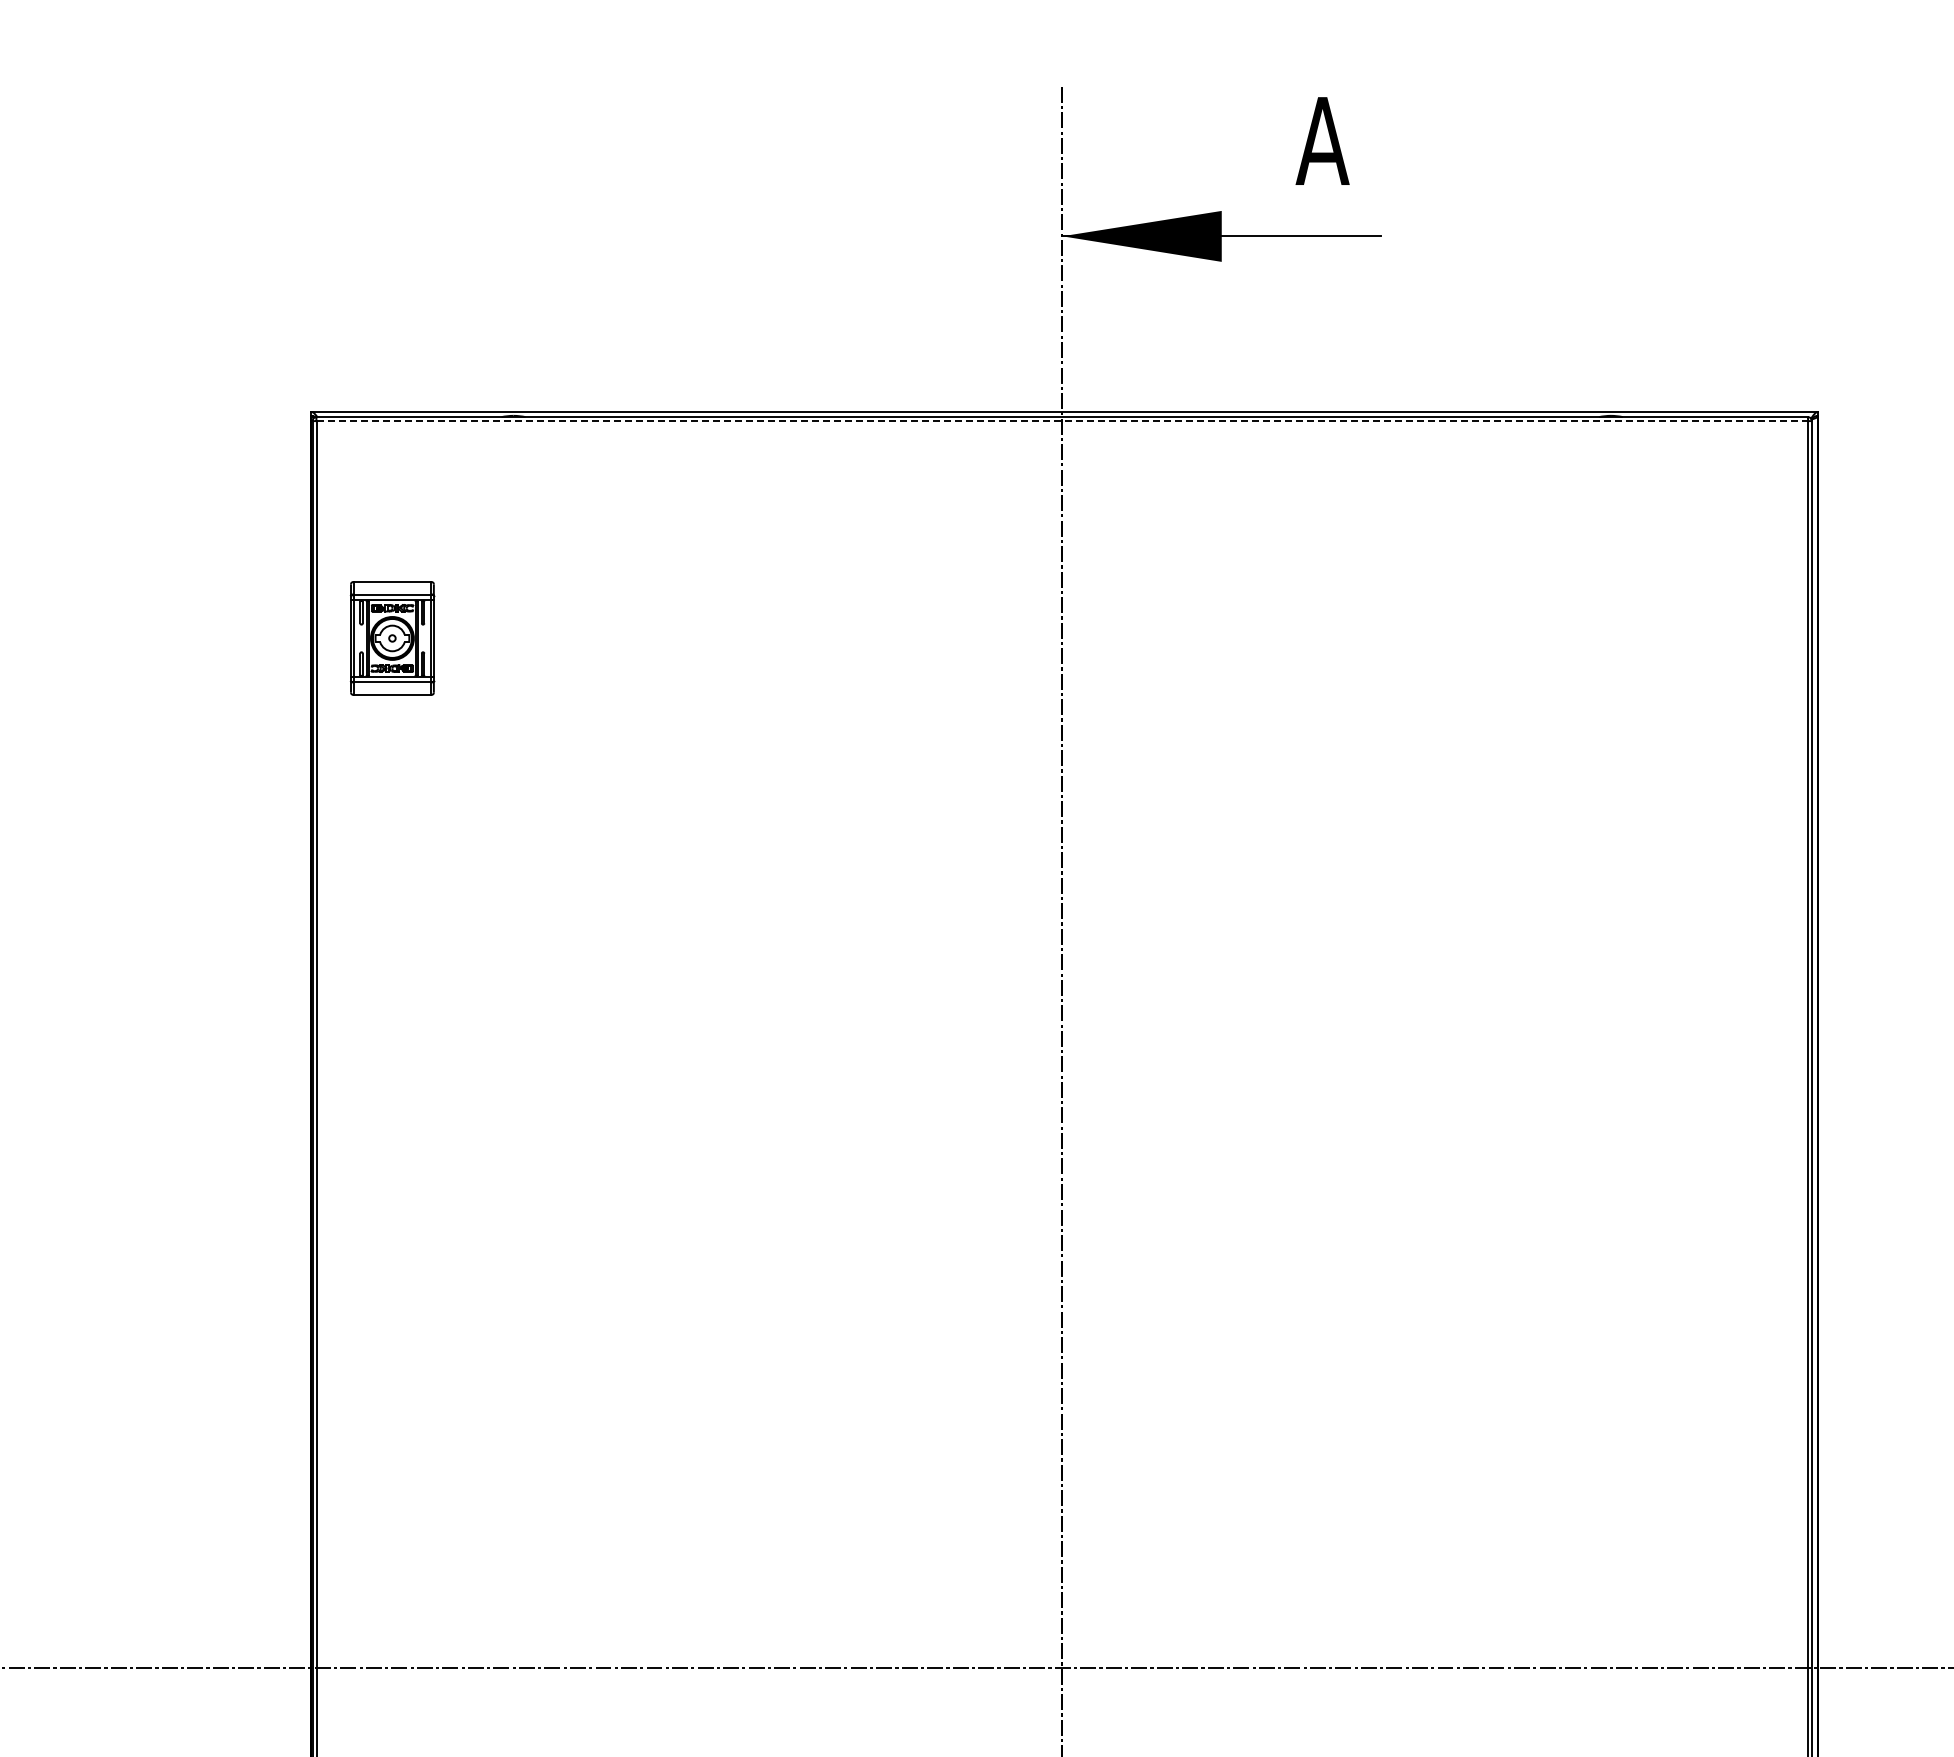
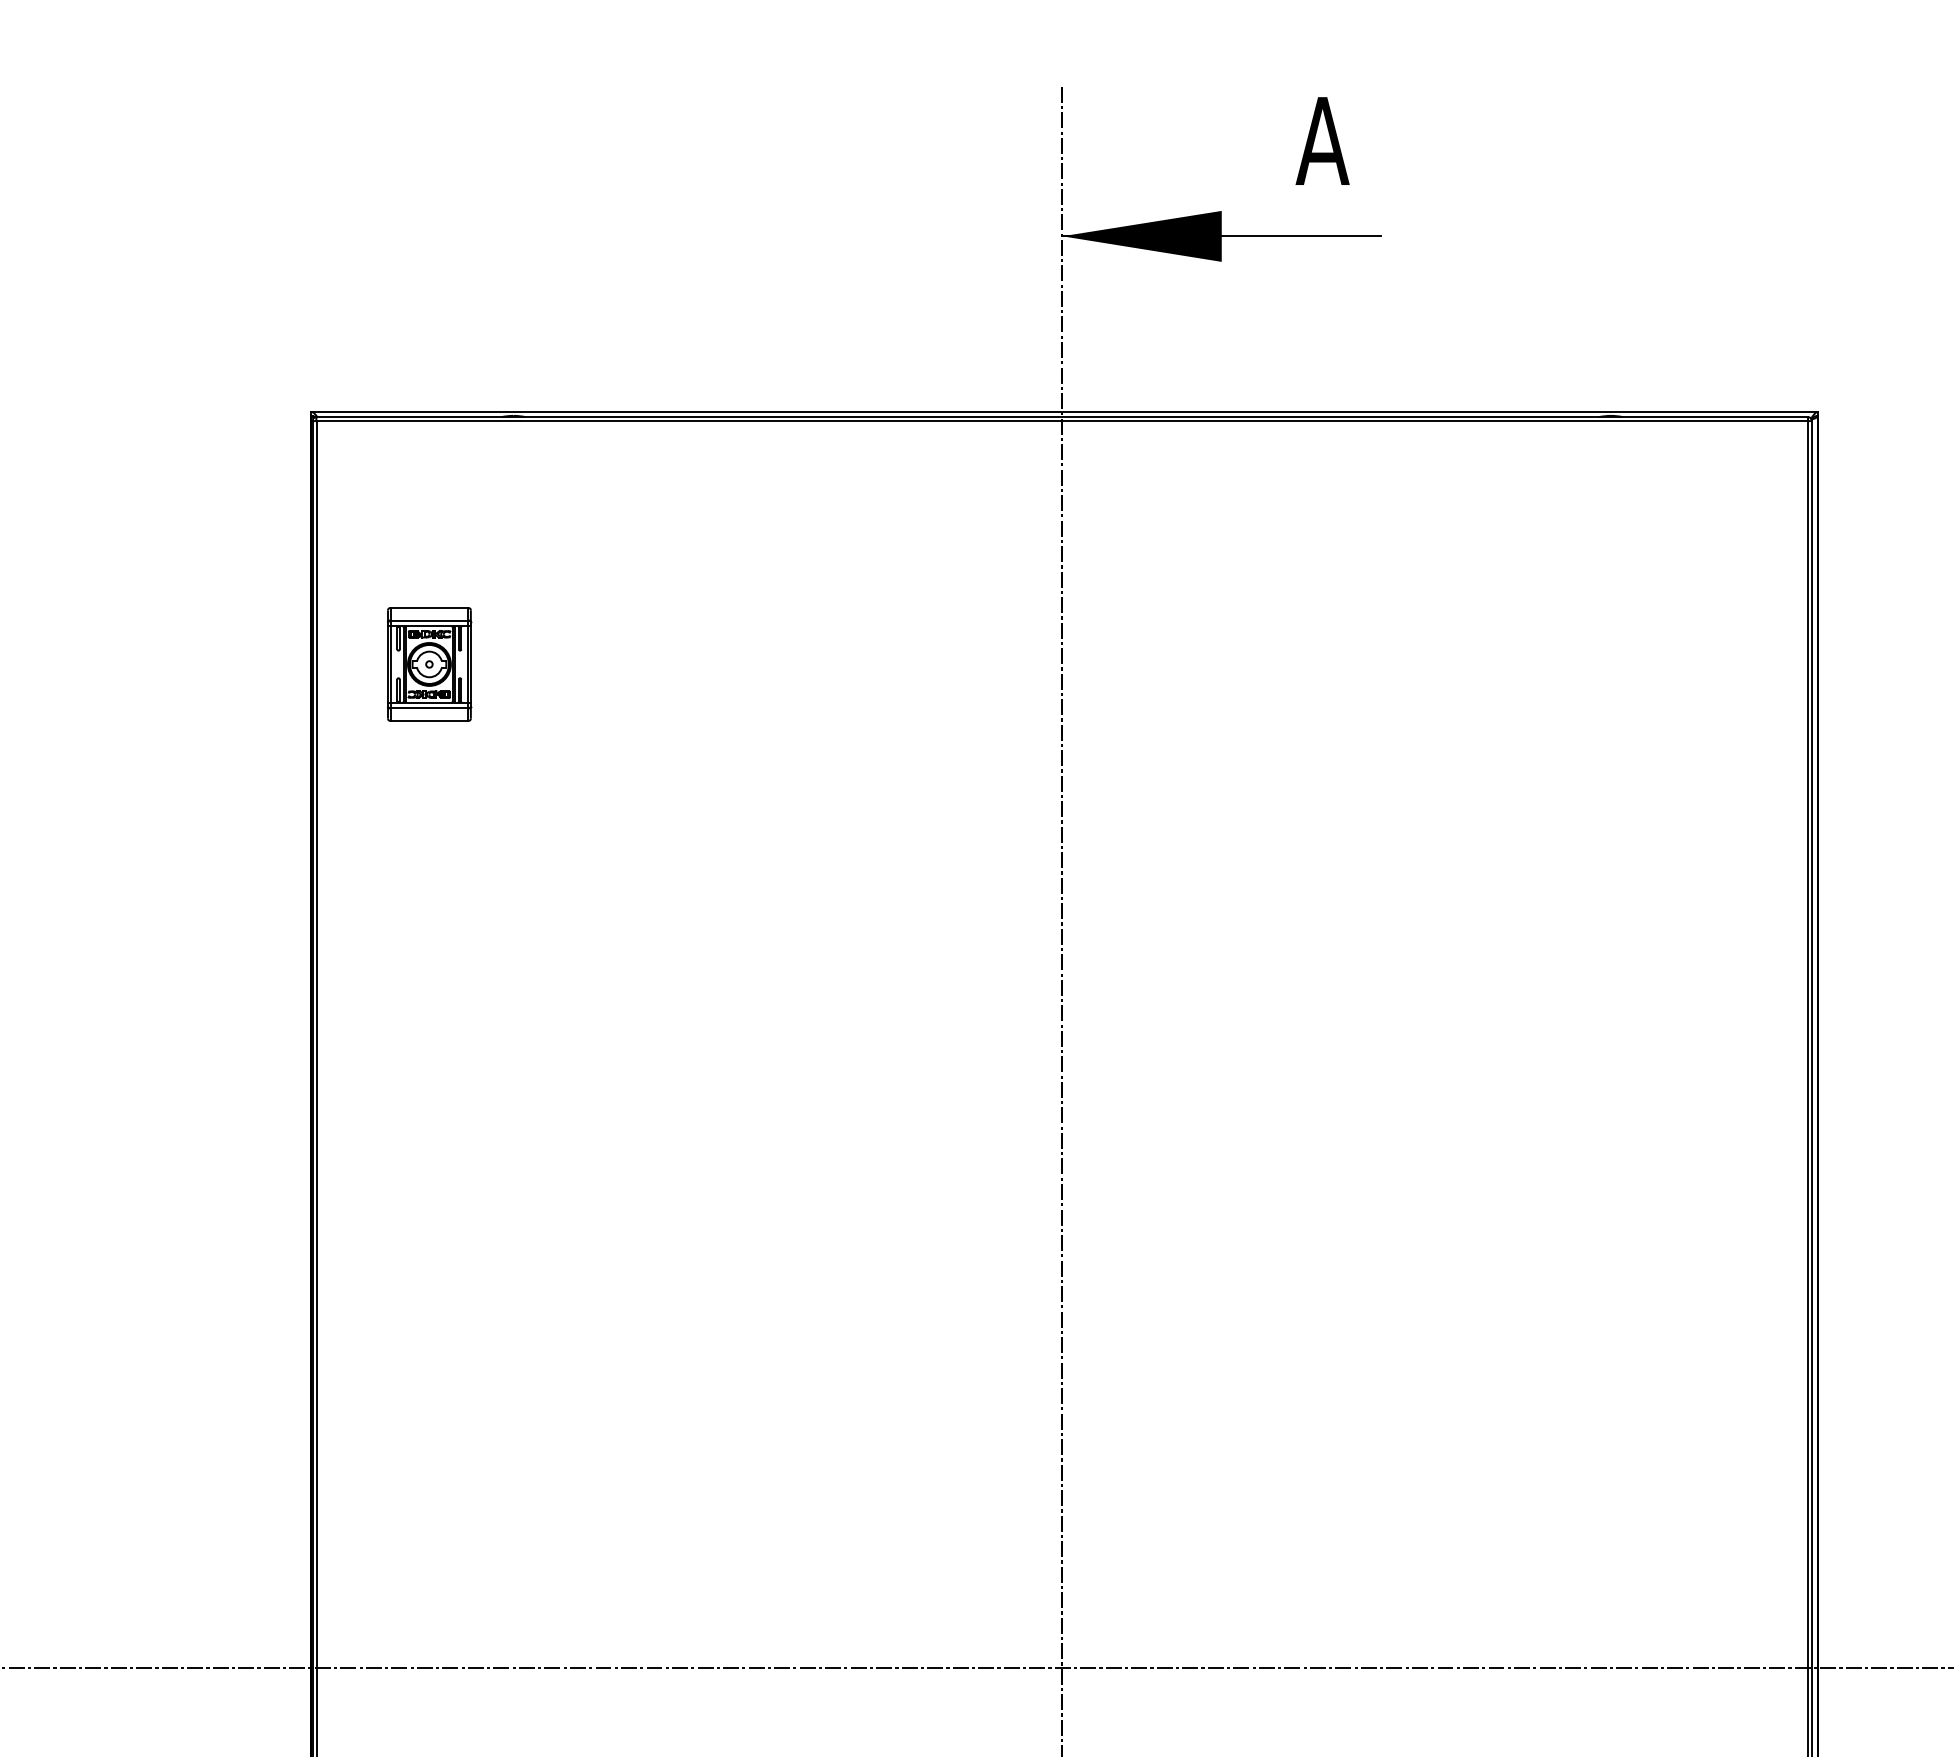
line at (1062, 421): dashed -> solid
part at (392, 638) position: (392, 638) -> (429, 664)
